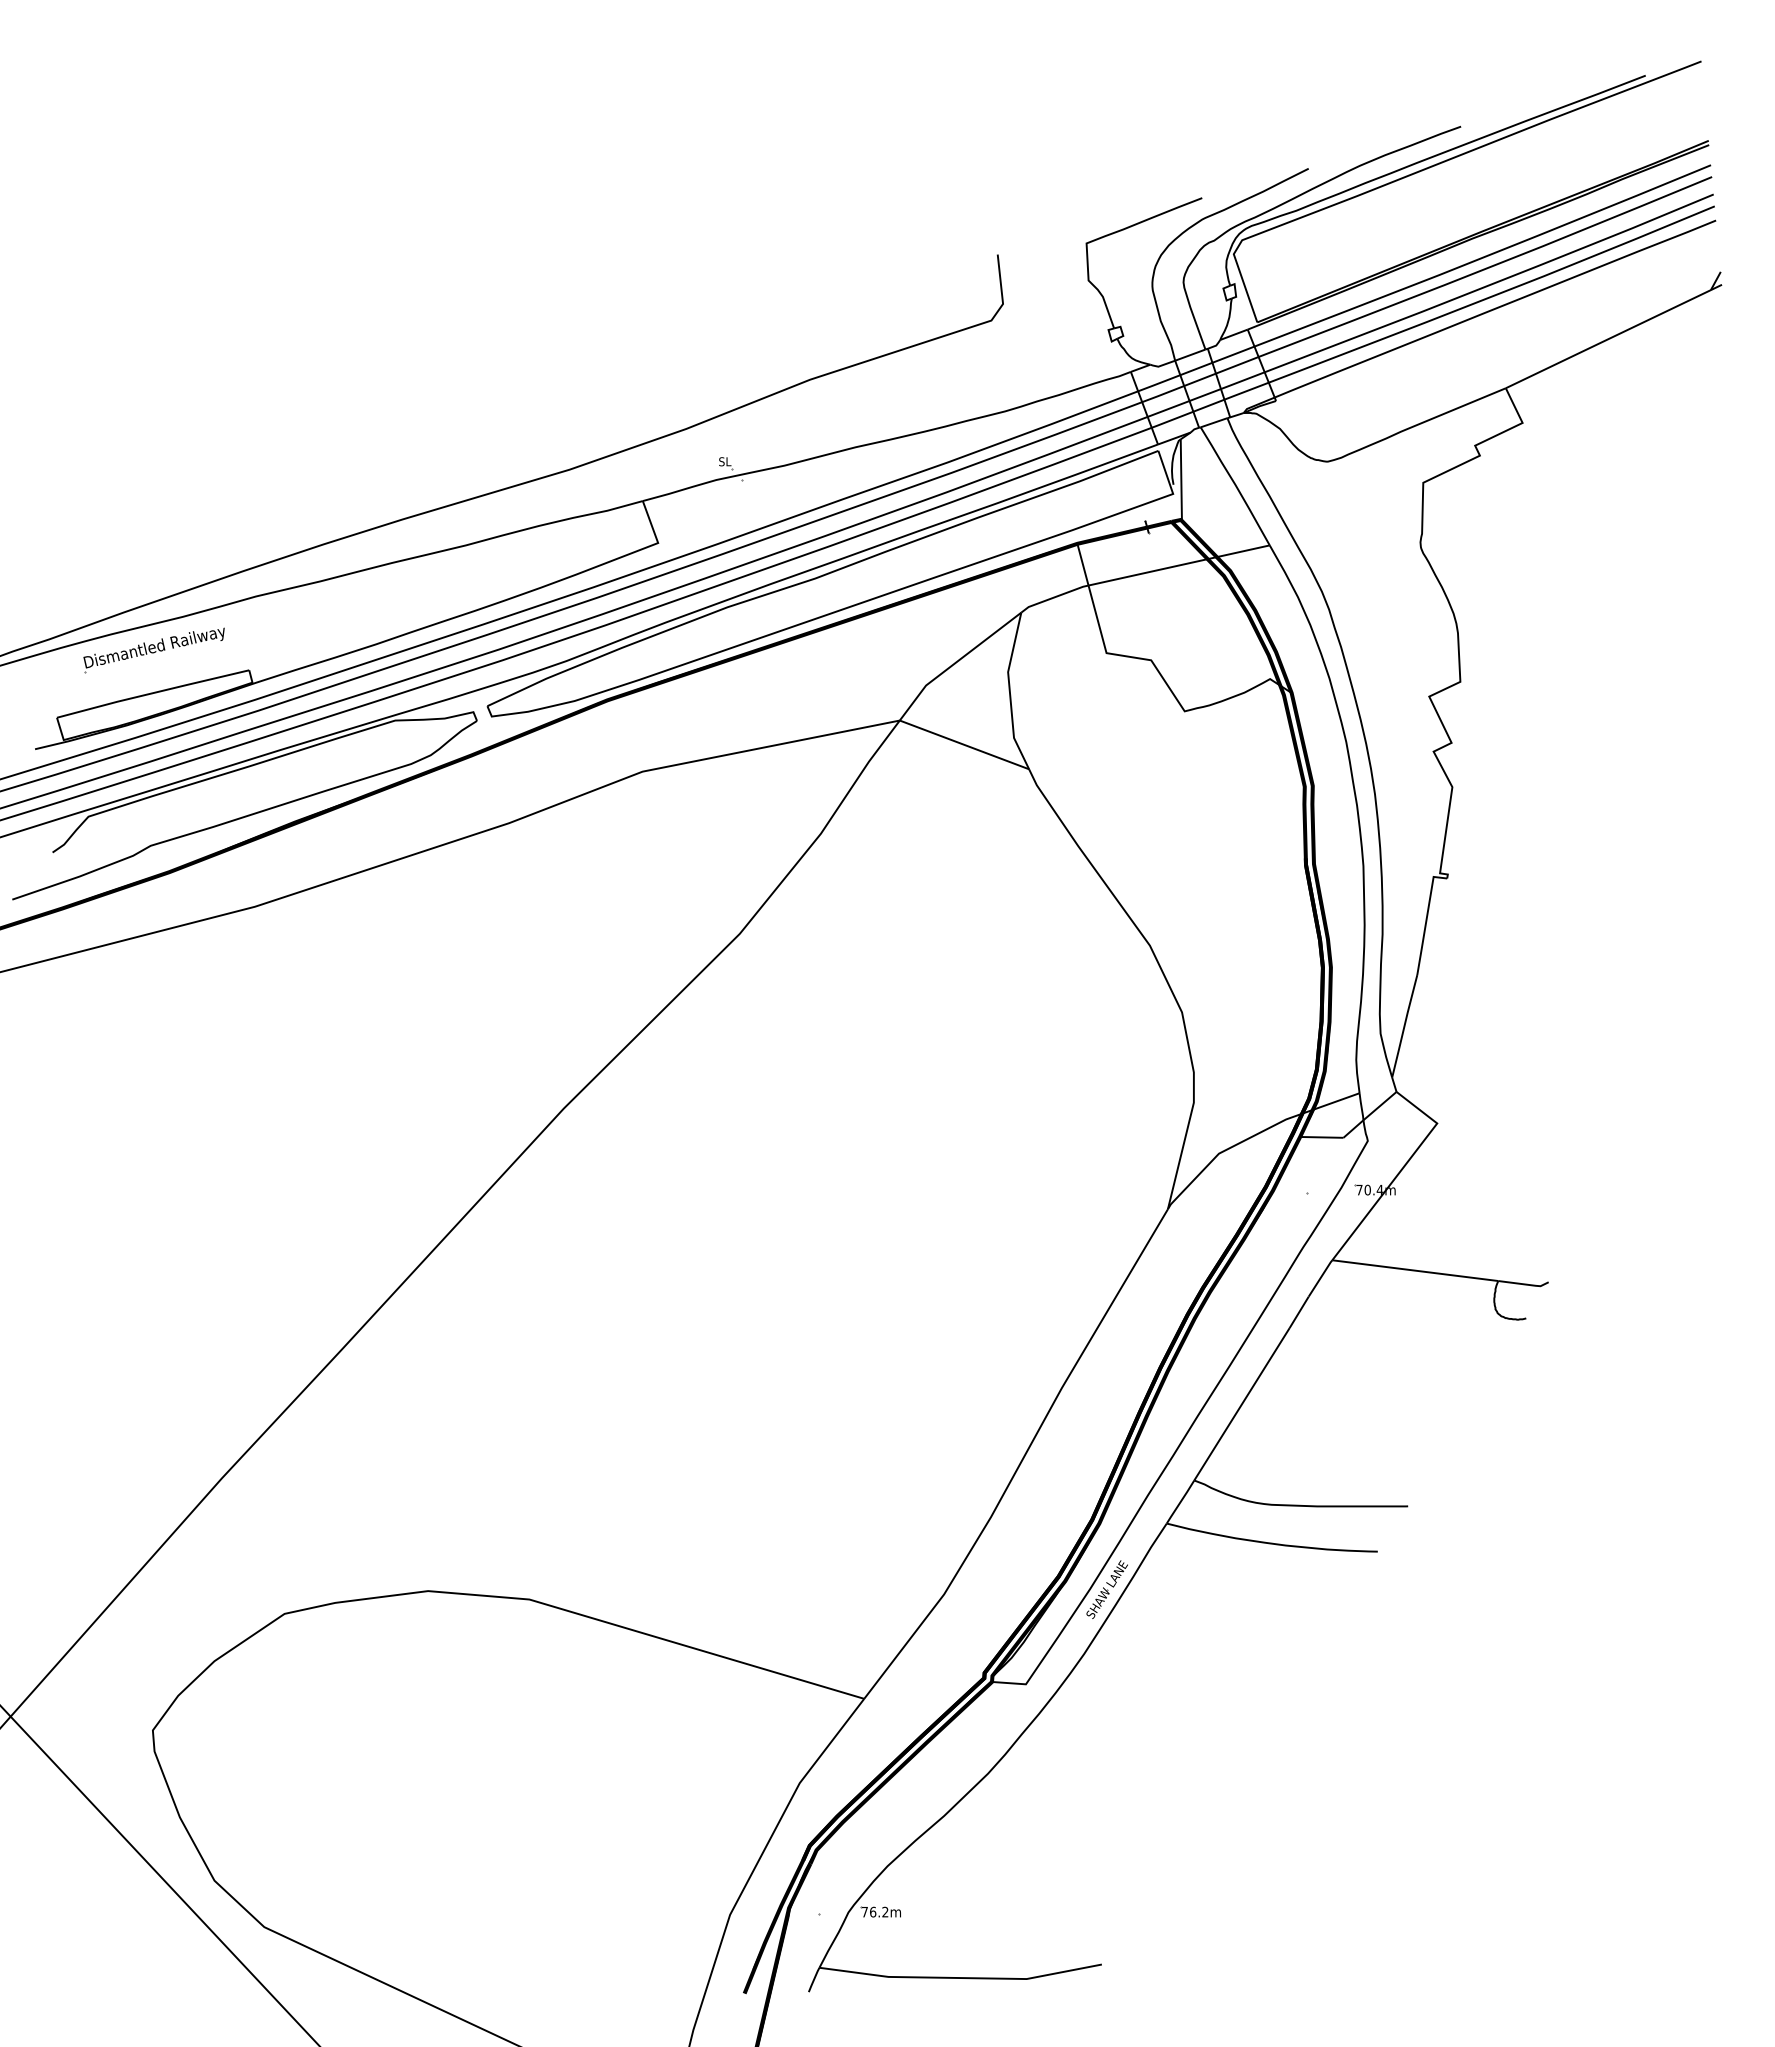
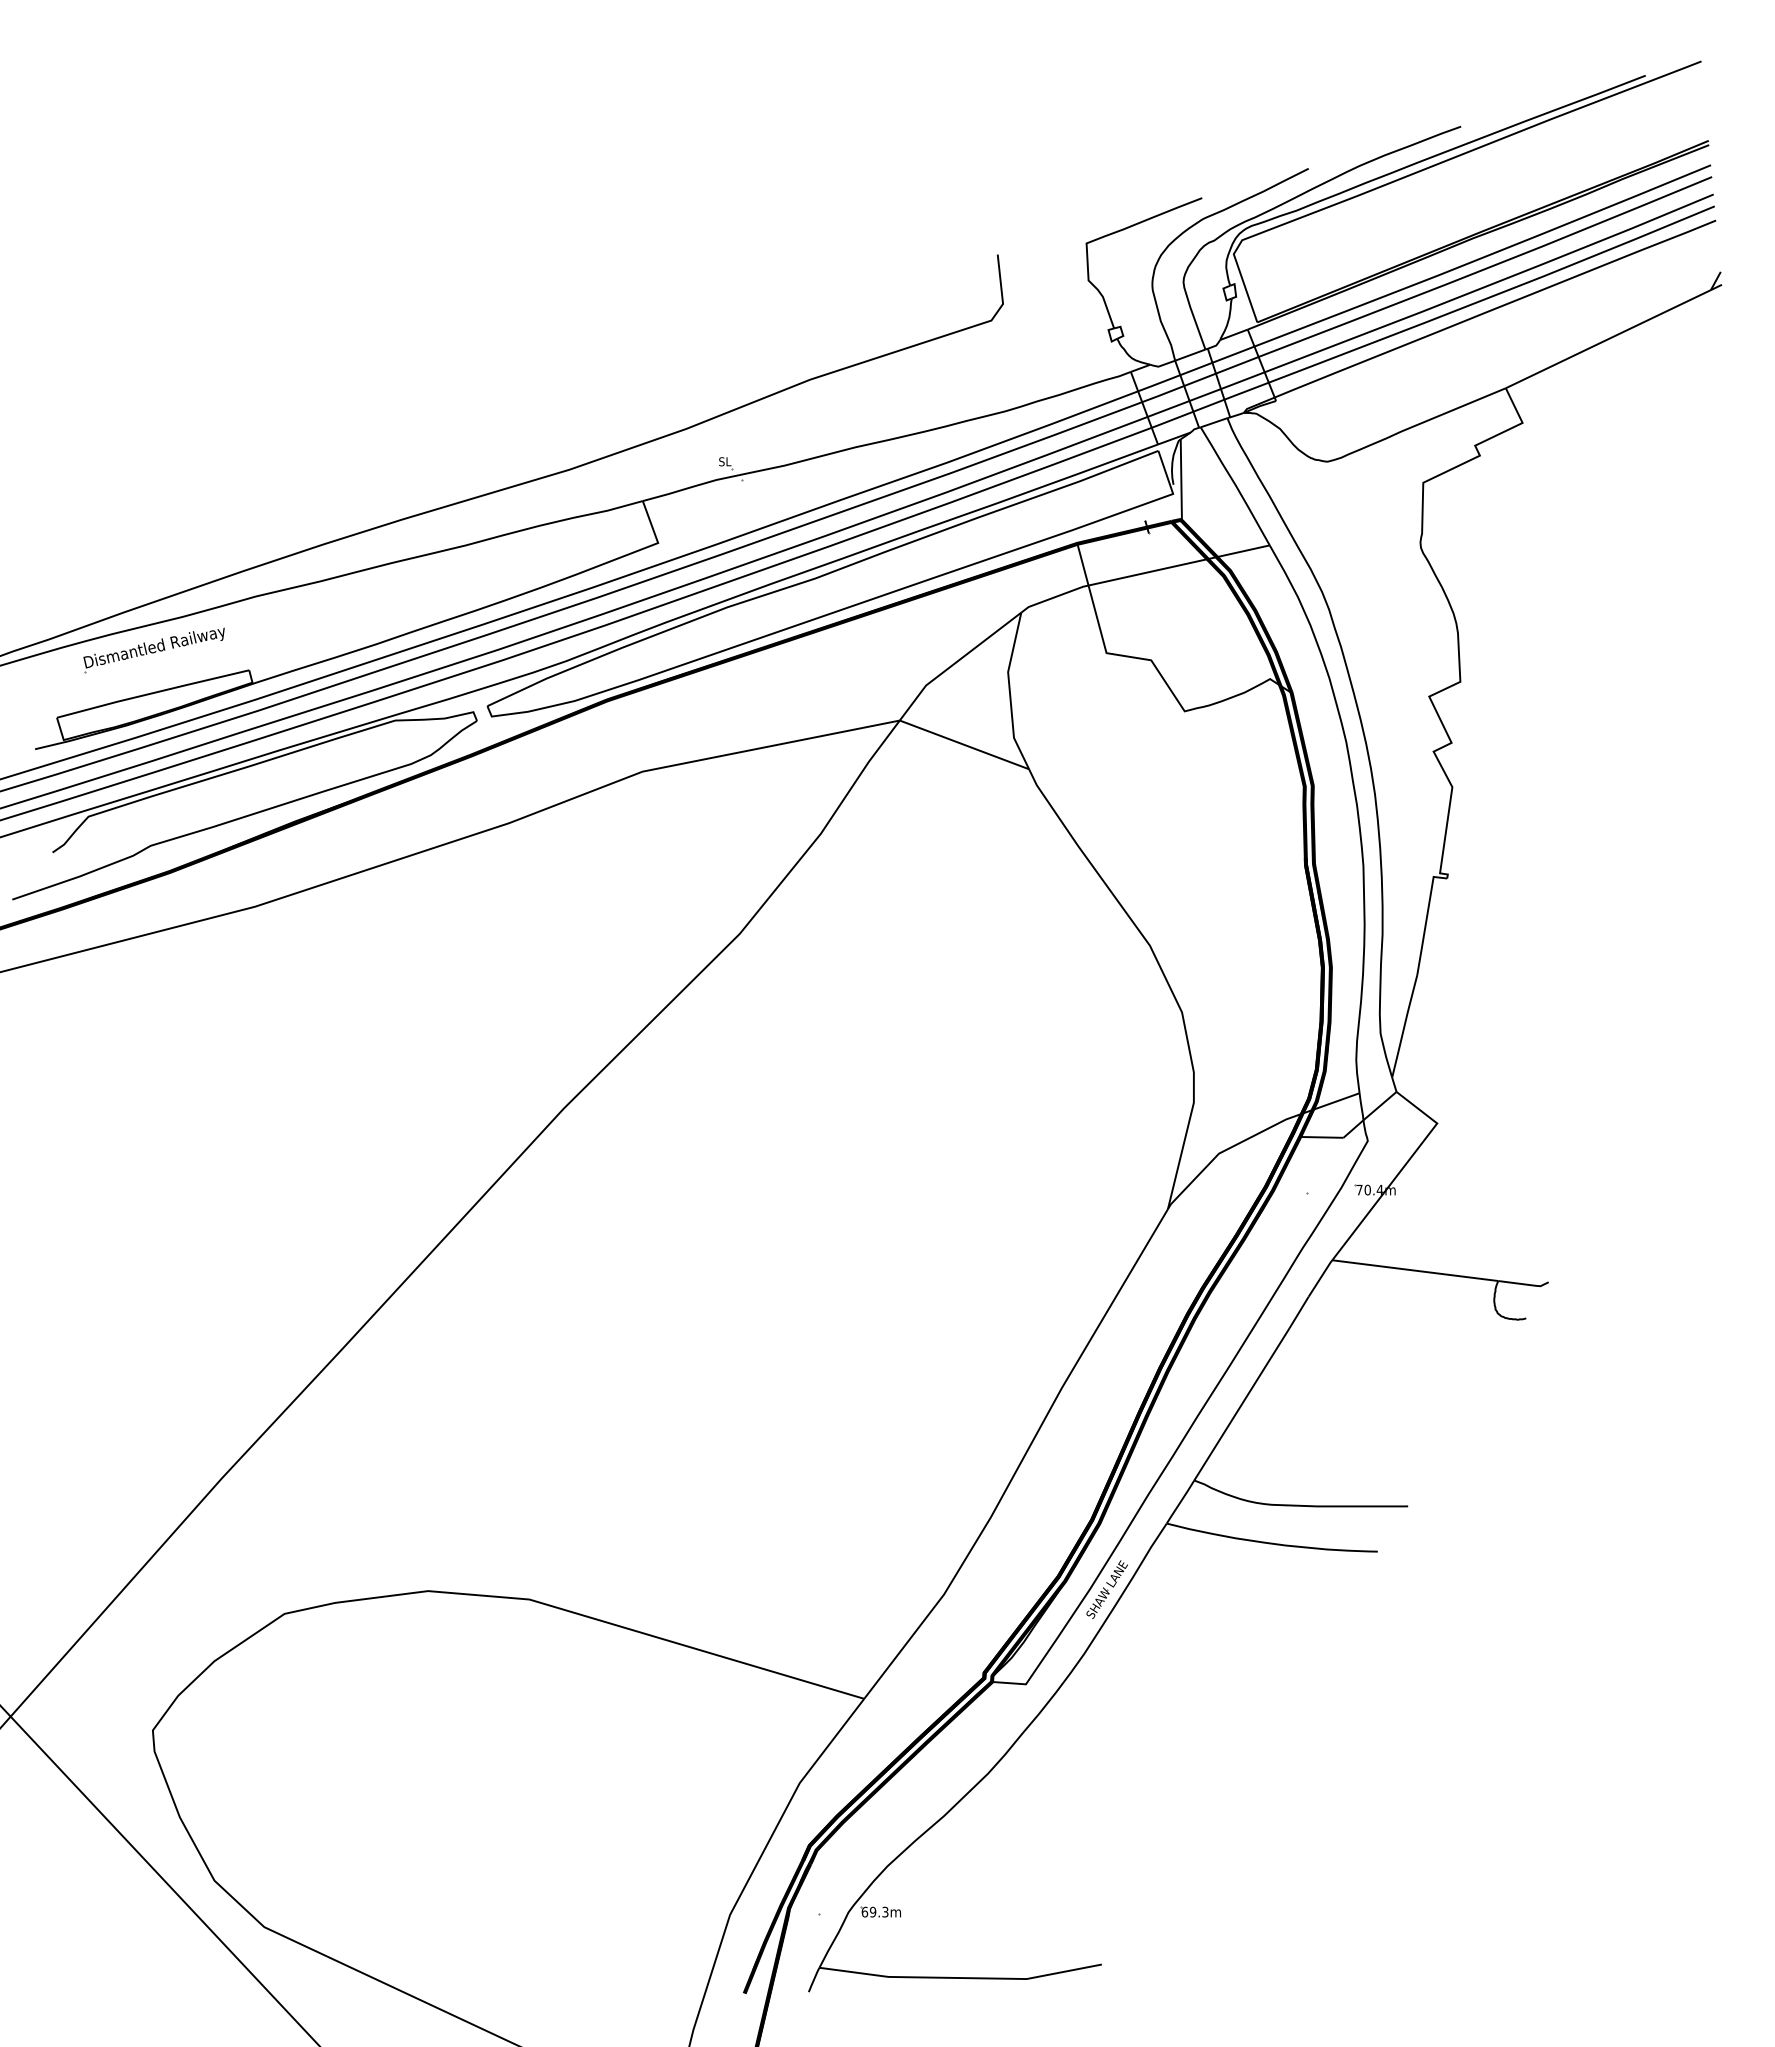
text at (874, 1911): 76.2m -> 69.3m
